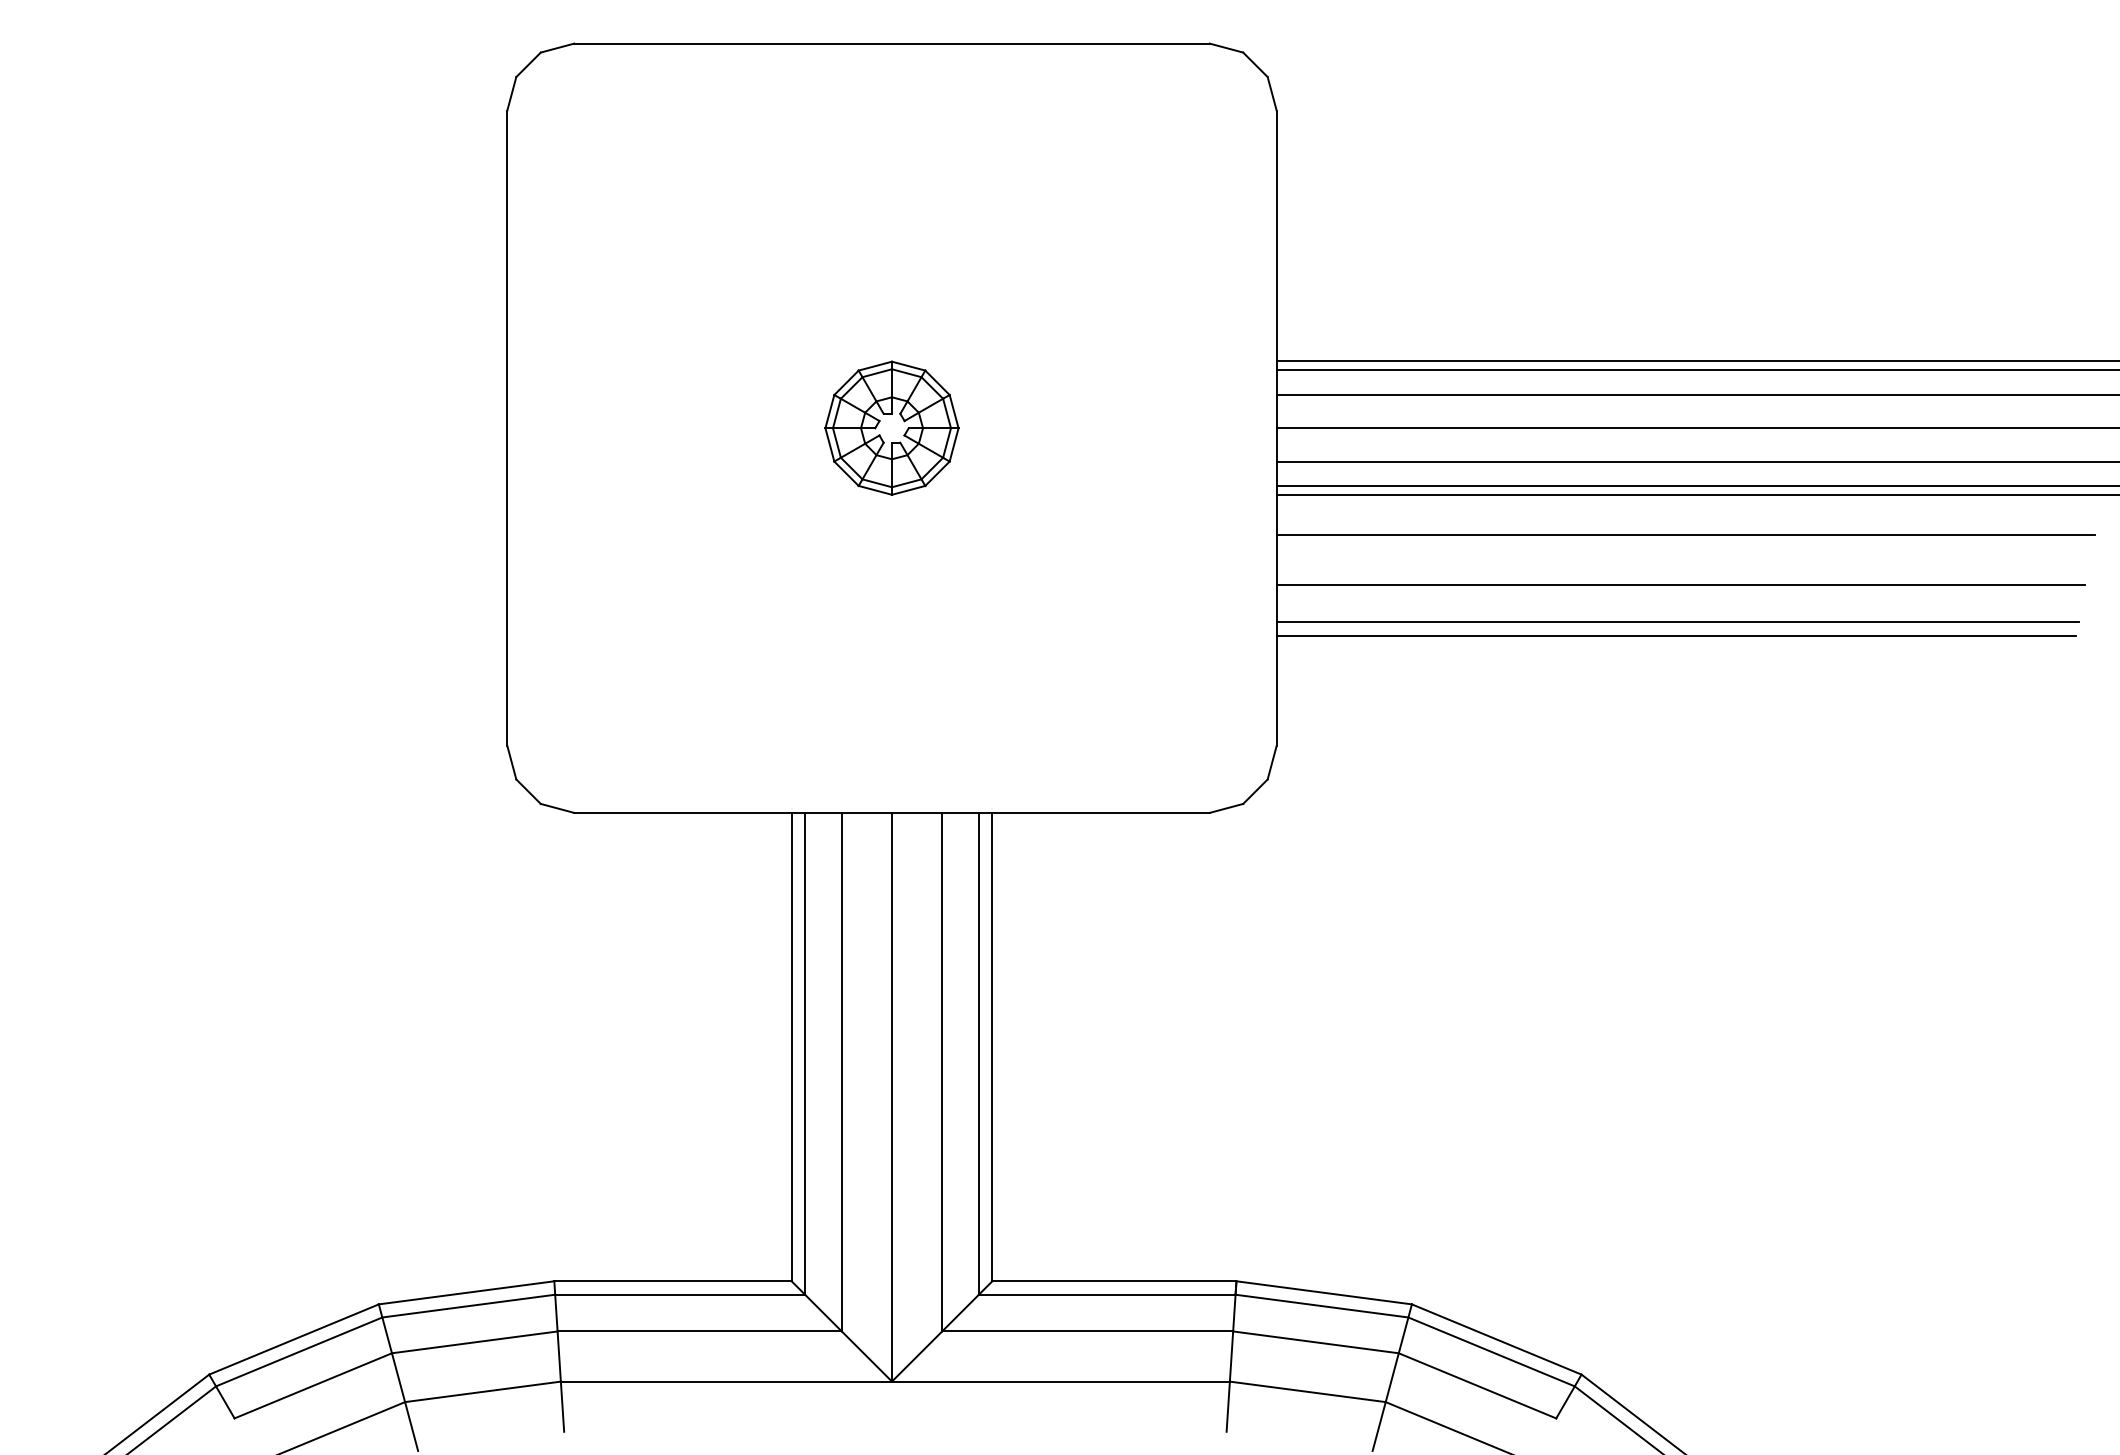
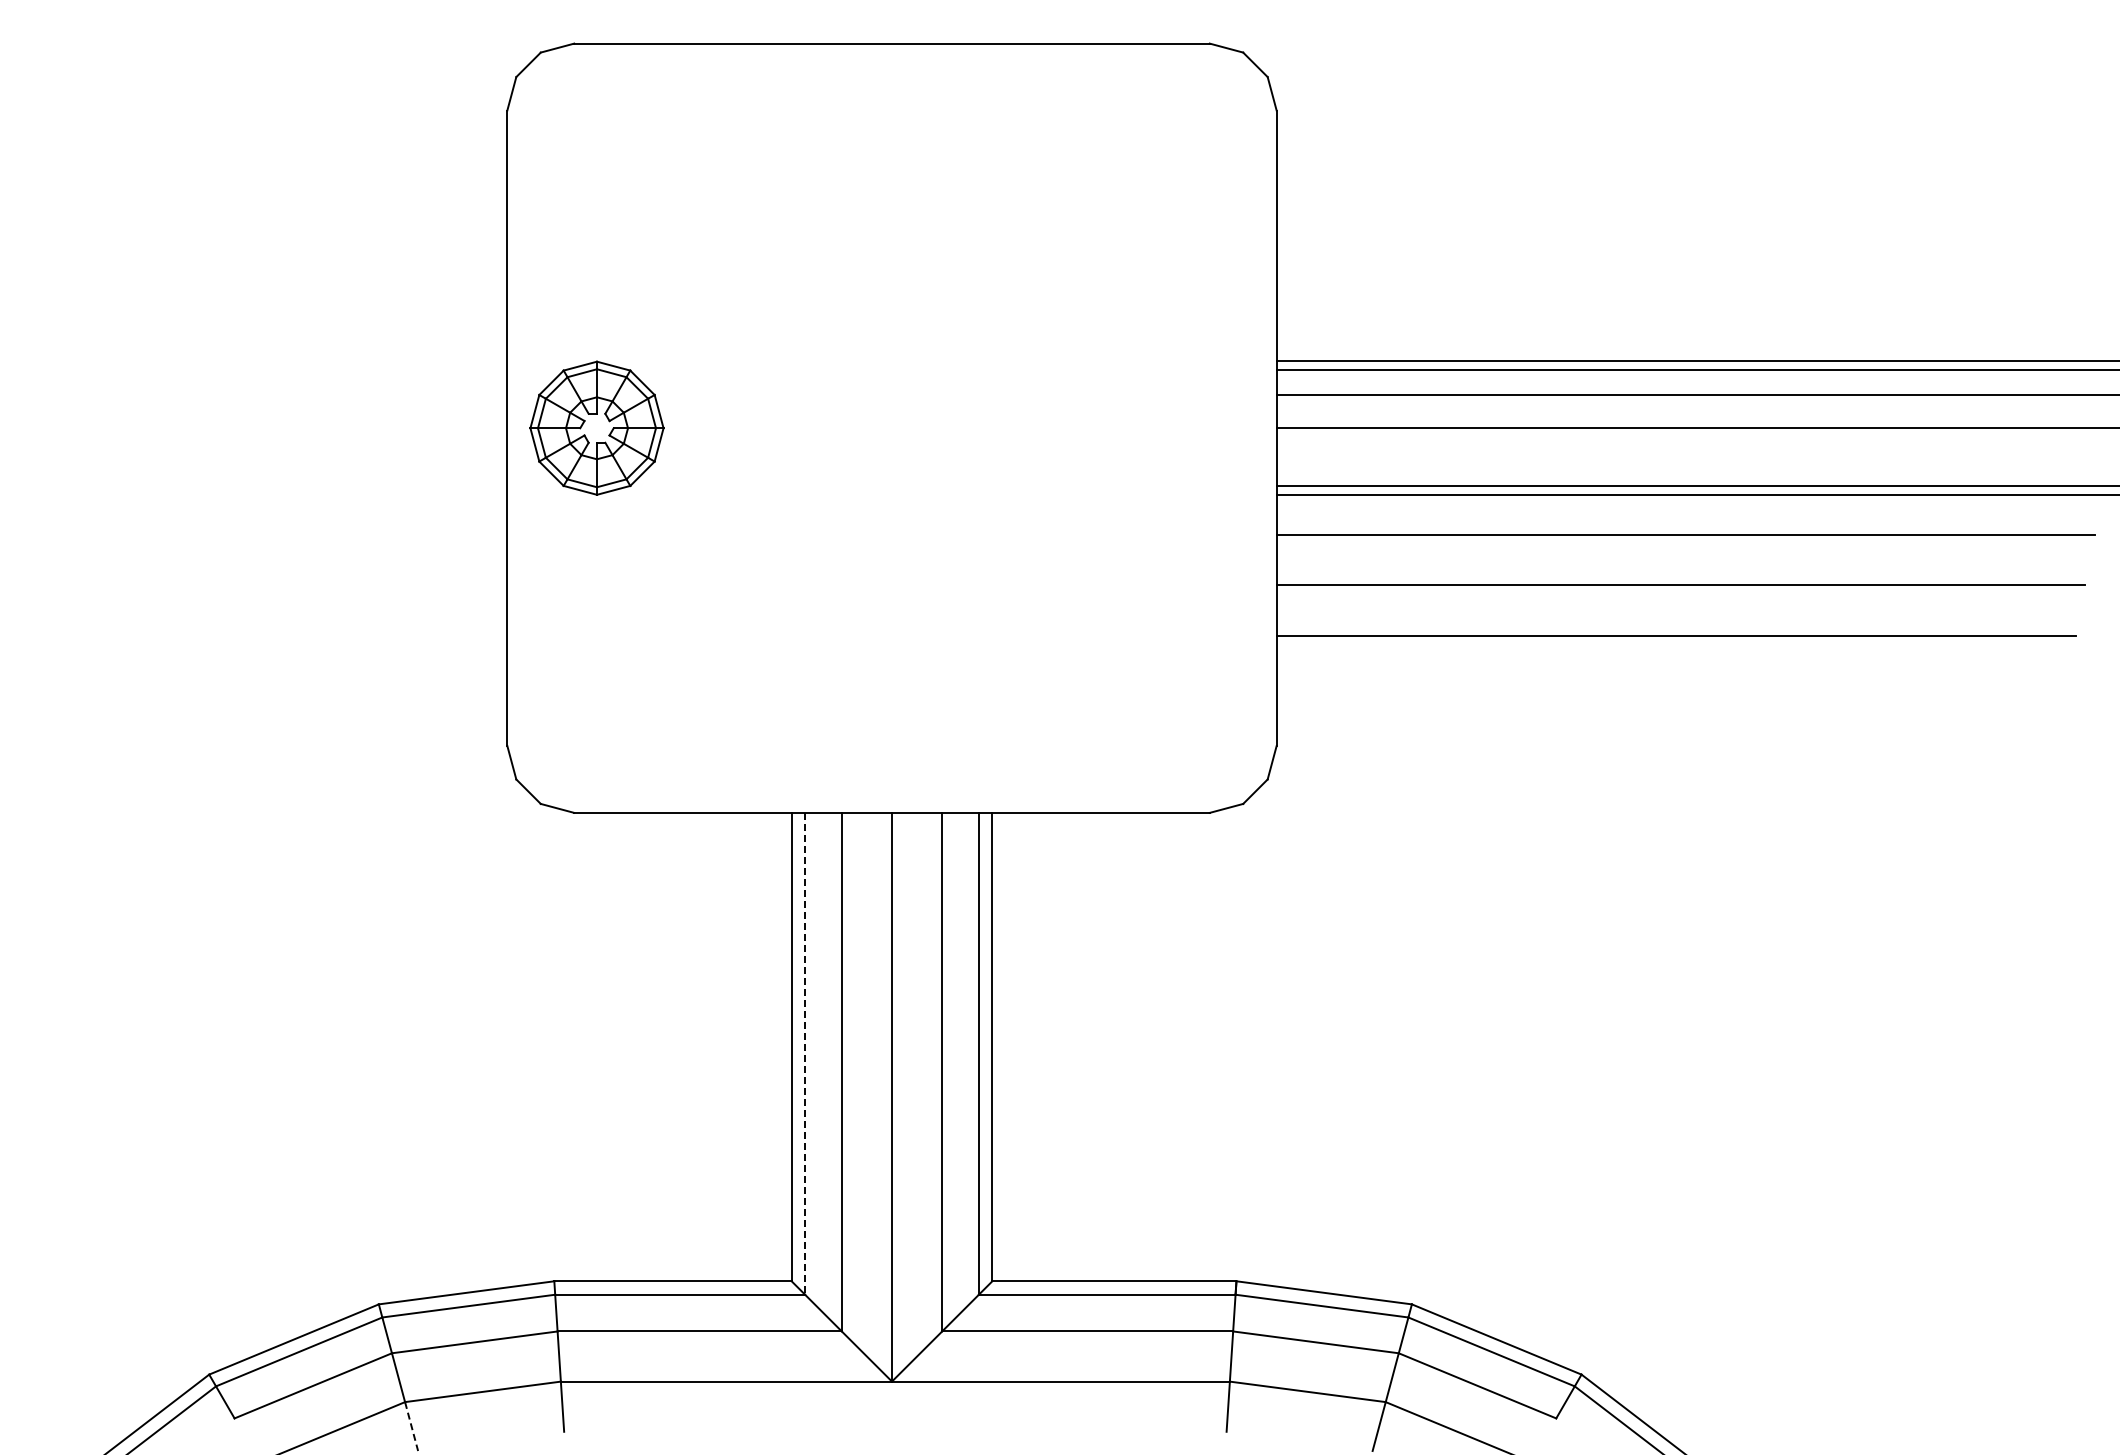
part at (891, 427) position: (891, 427) -> (596, 427)
line at (1696, 461): present -> none
line at (1677, 622): present -> none
line at (805, 1053): solid -> dashed
line at (411, 1427): solid -> dashed
